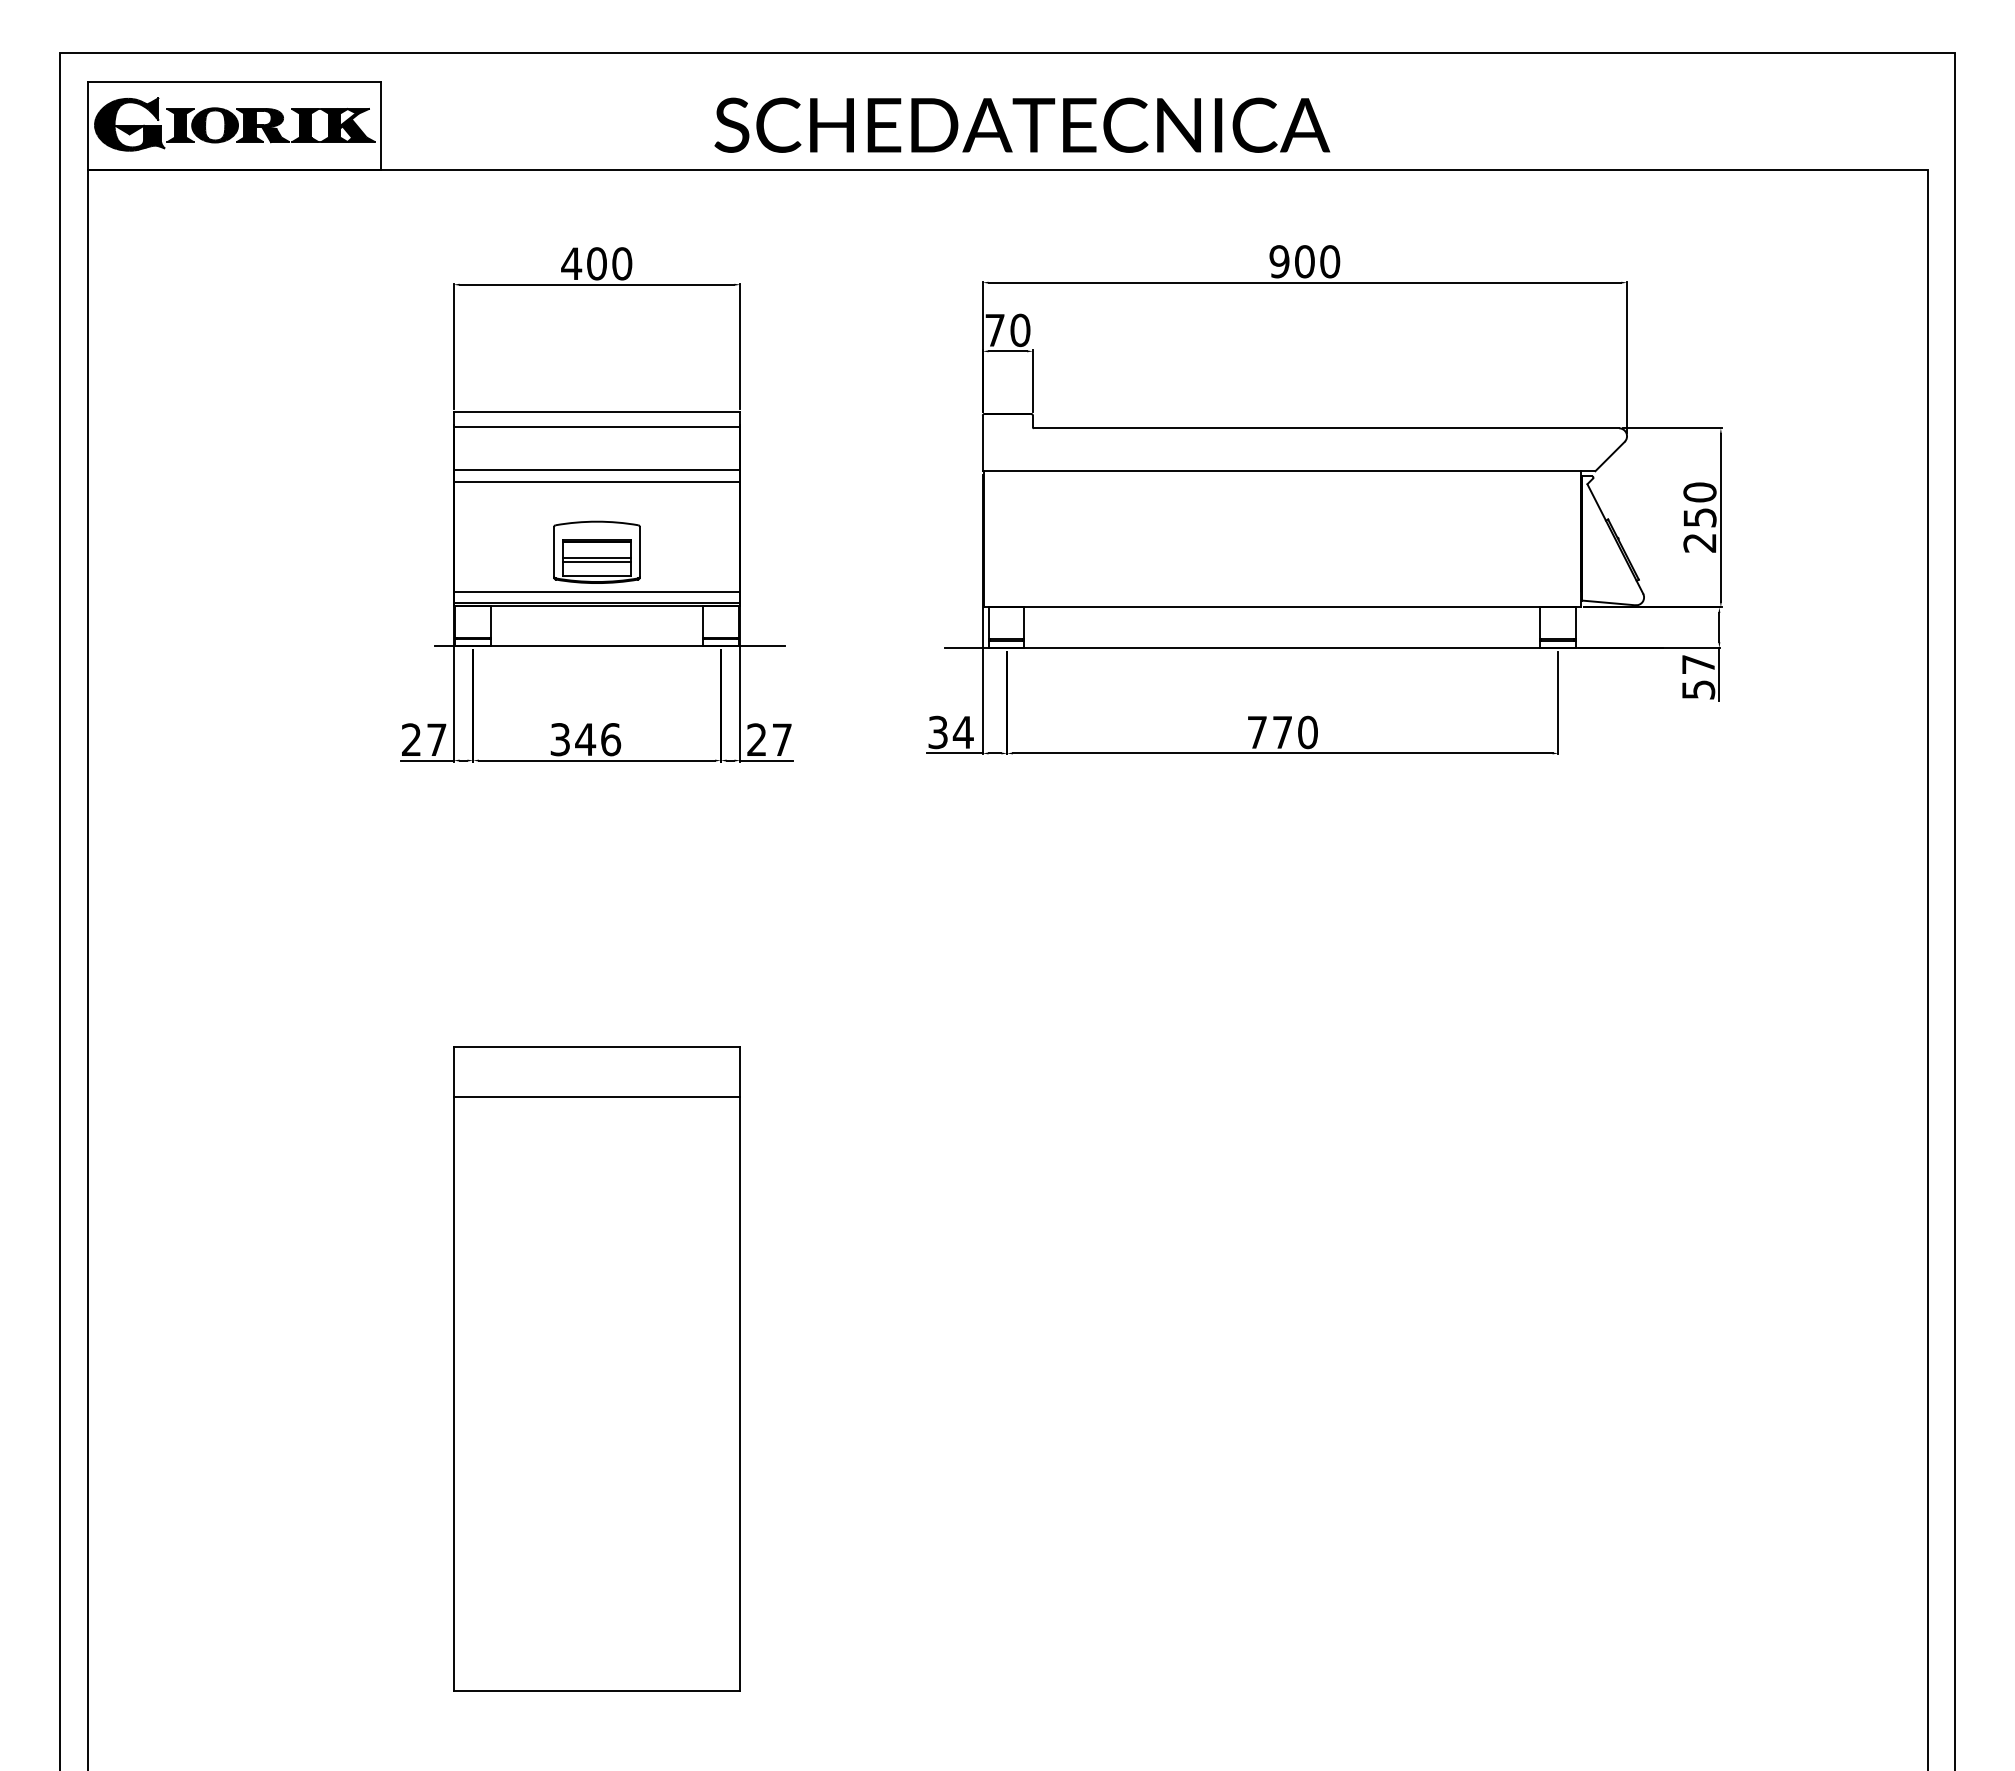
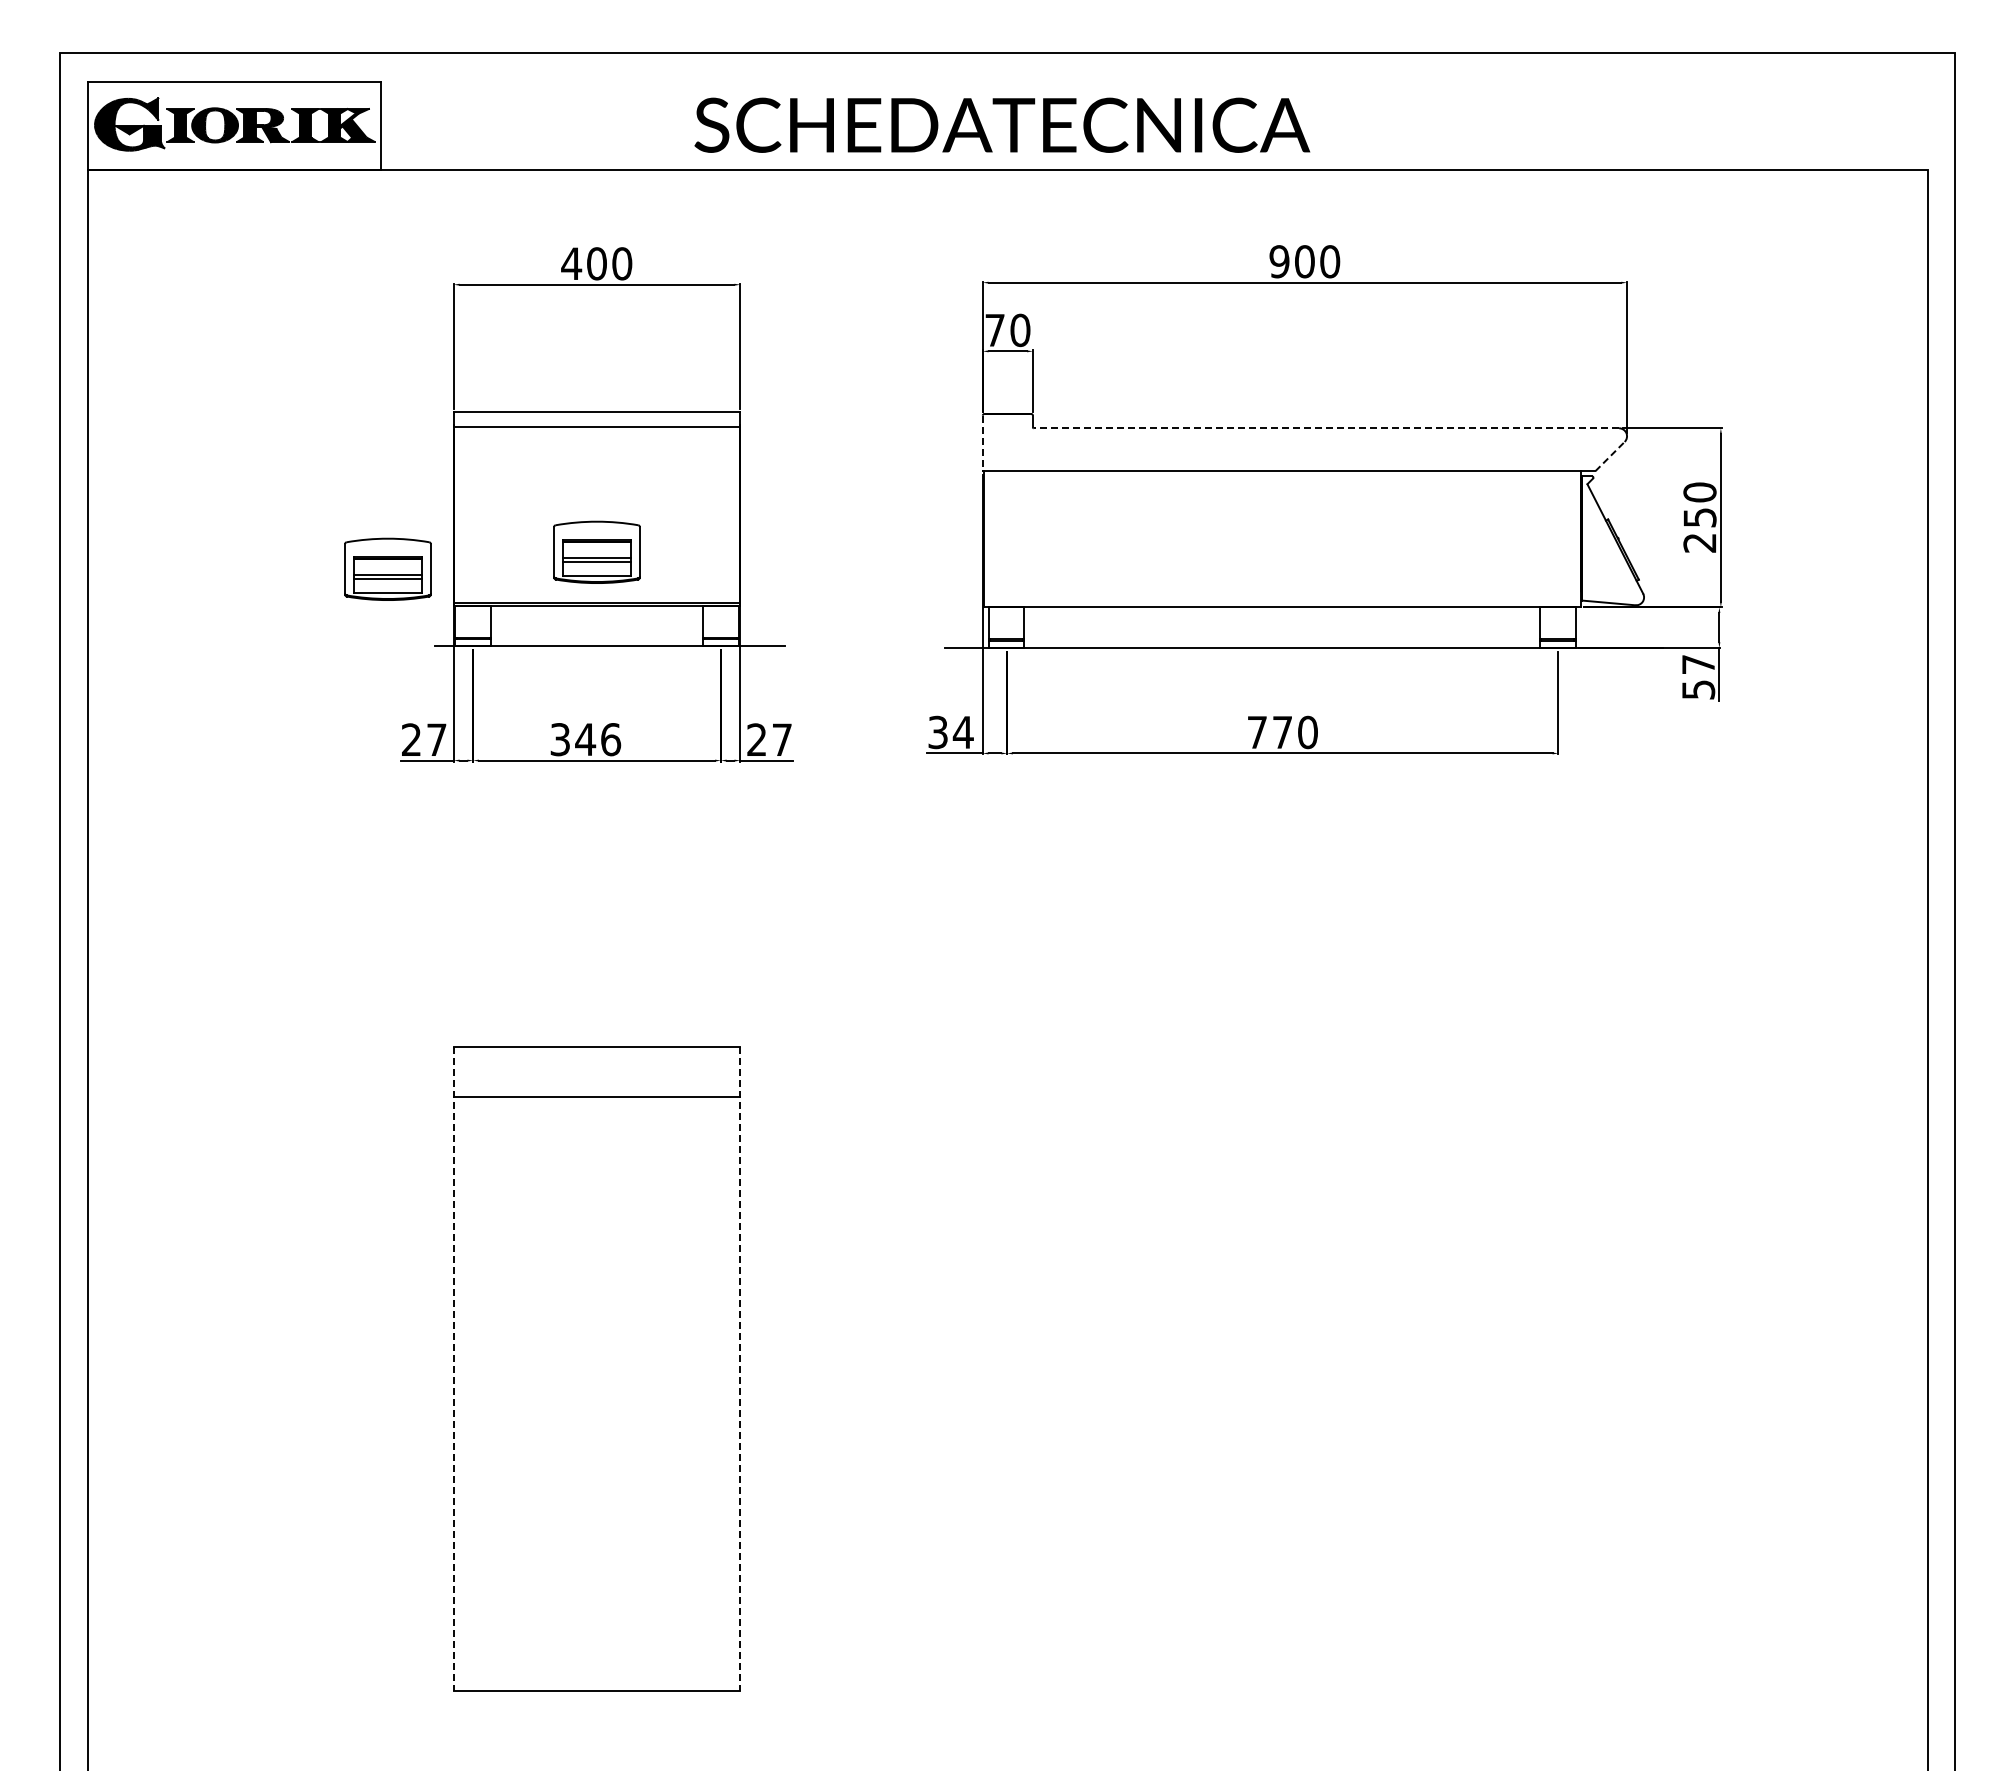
text at (1022, 124) position: (1022, 124) -> (1002, 124)
line at (1326, 428): solid -> dashed
line at (982, 443): solid -> dashed
line at (1610, 456): solid -> dashed
line at (596, 469): present -> none
line at (596, 481): present -> none
part at (387, 568): none -> present
line at (596, 591): present -> none
line at (453, 1369): solid -> dashed
line at (740, 1369): solid -> dashed
